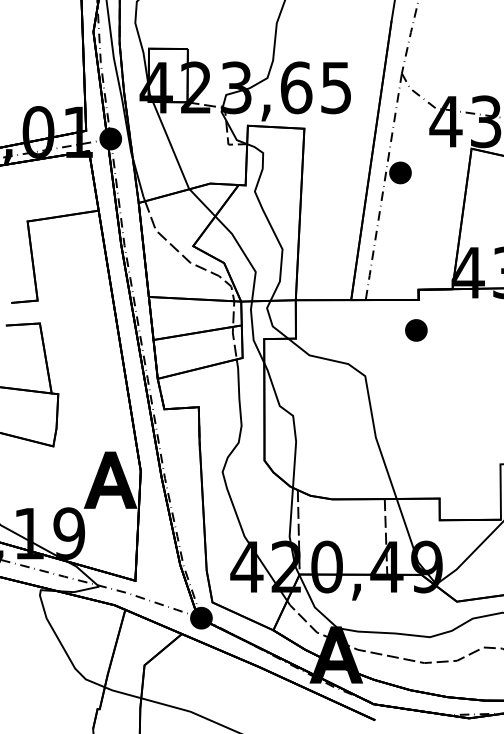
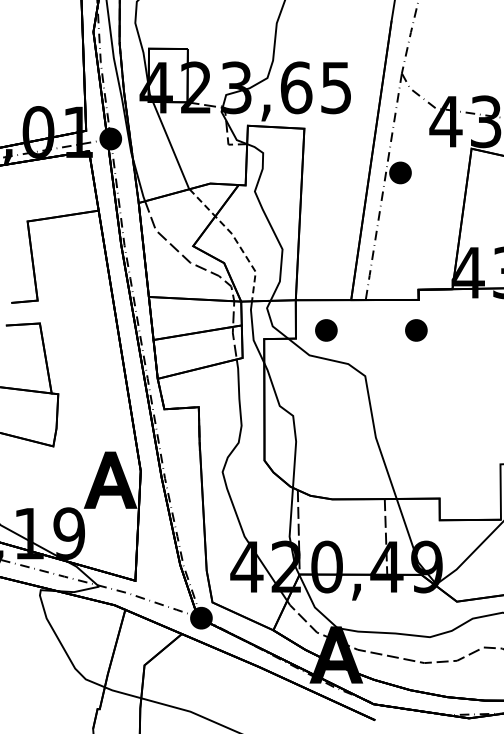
line at (235, 239): solid -> dashed
part at (326, 330): none -> present
